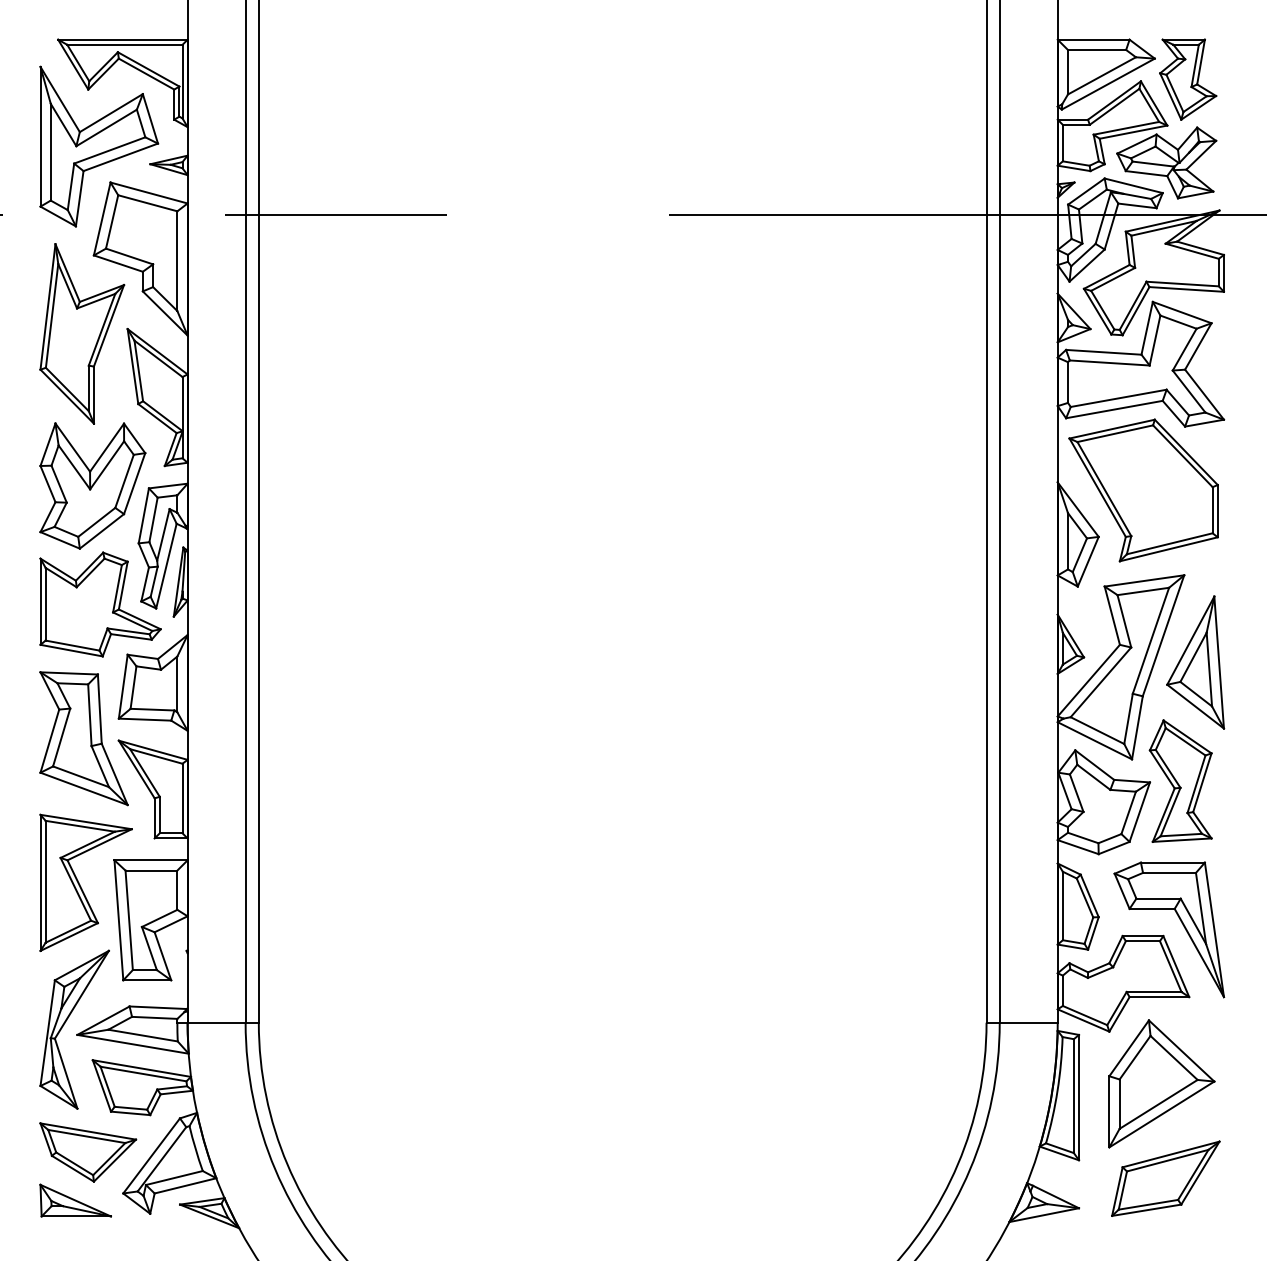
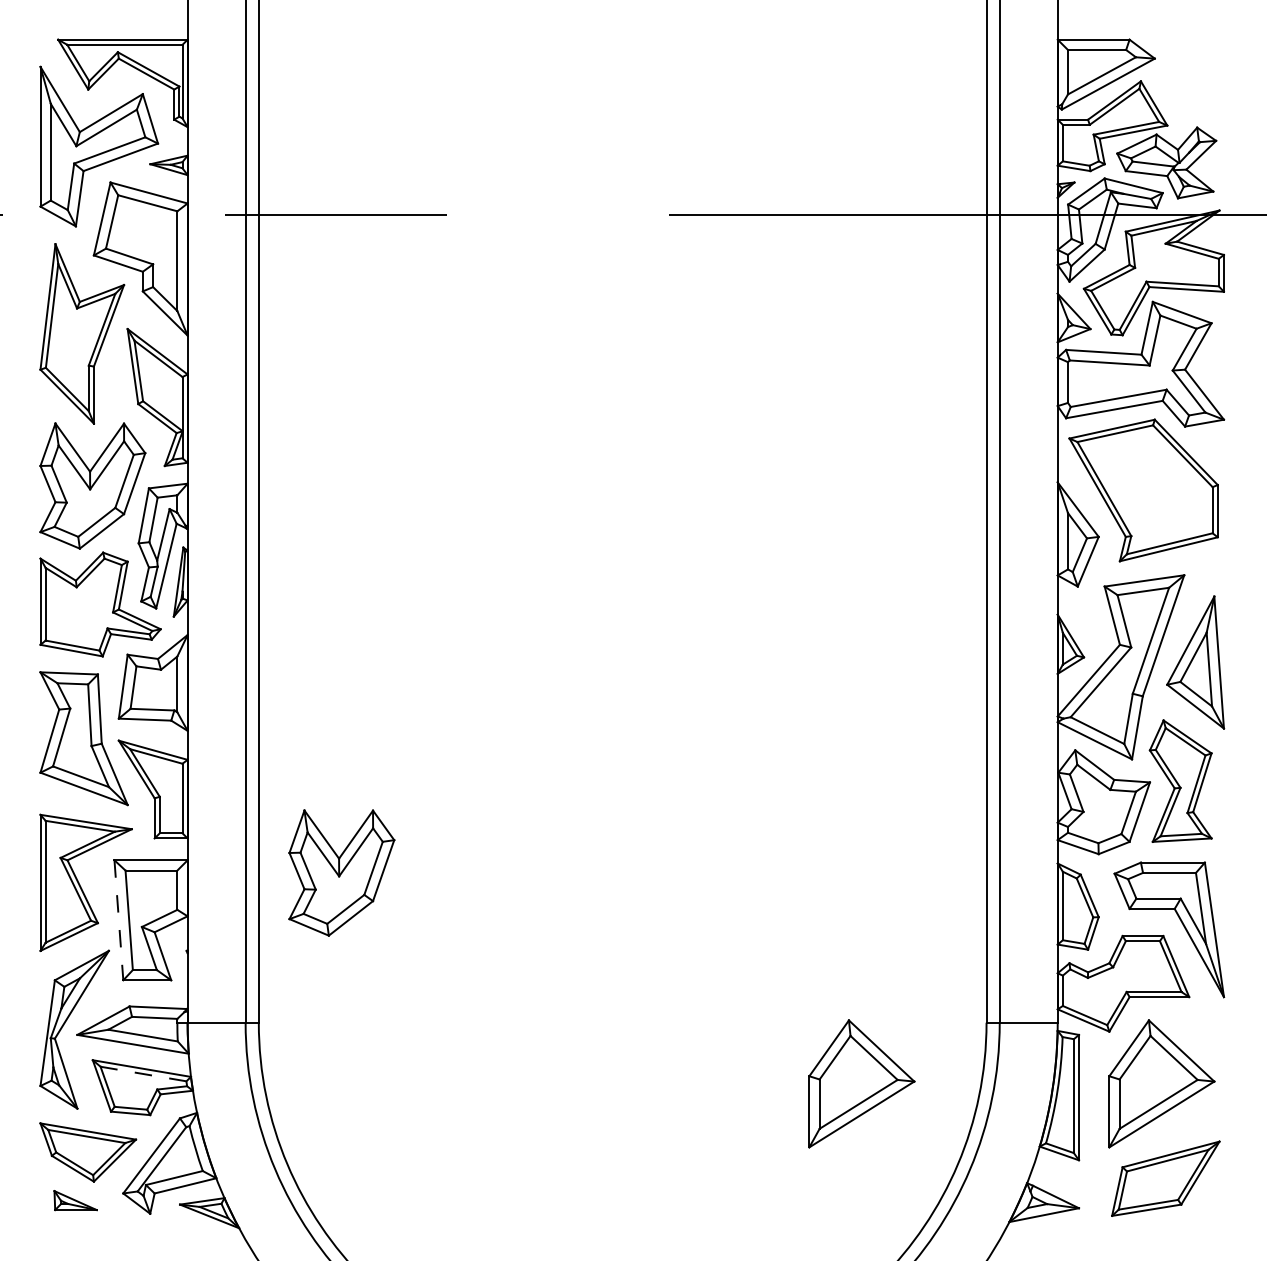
part at (1188, 79): present -> none
part at (341, 872): none -> present
line at (118, 920): solid -> dashed
line at (143, 1074): solid -> dashed
part at (861, 1083): none -> present
part at (75, 1200) size: 73x35 px -> 45x22 px
